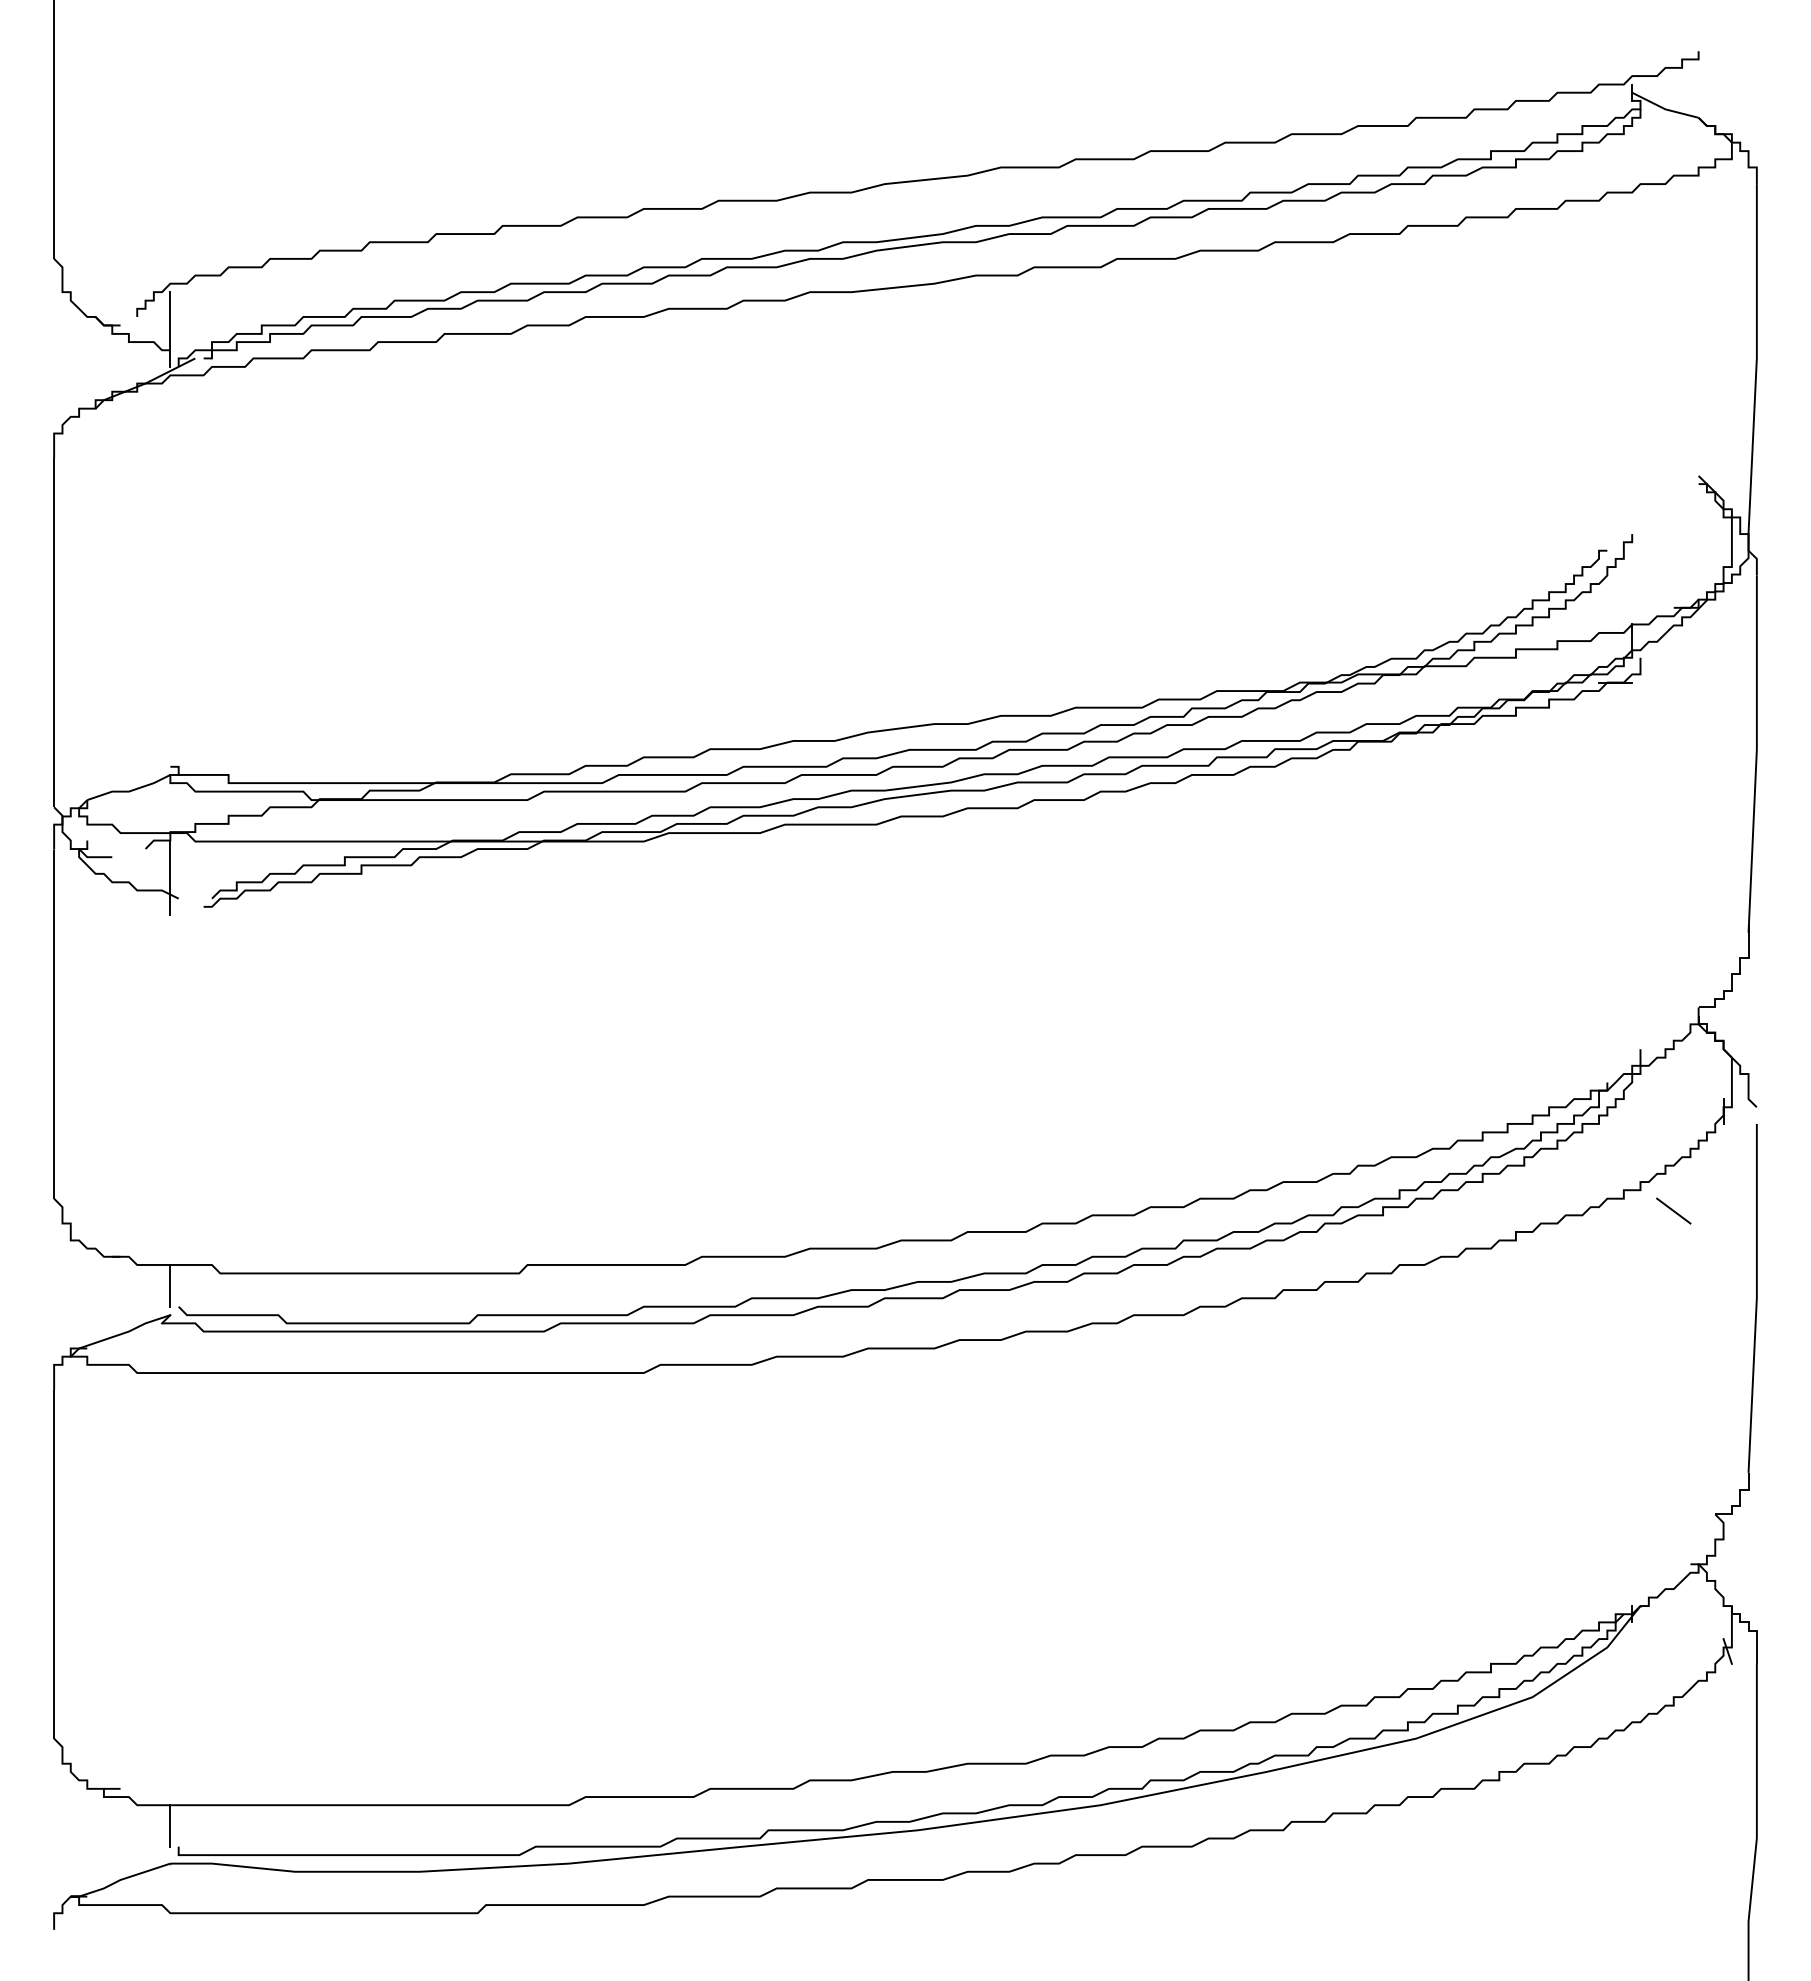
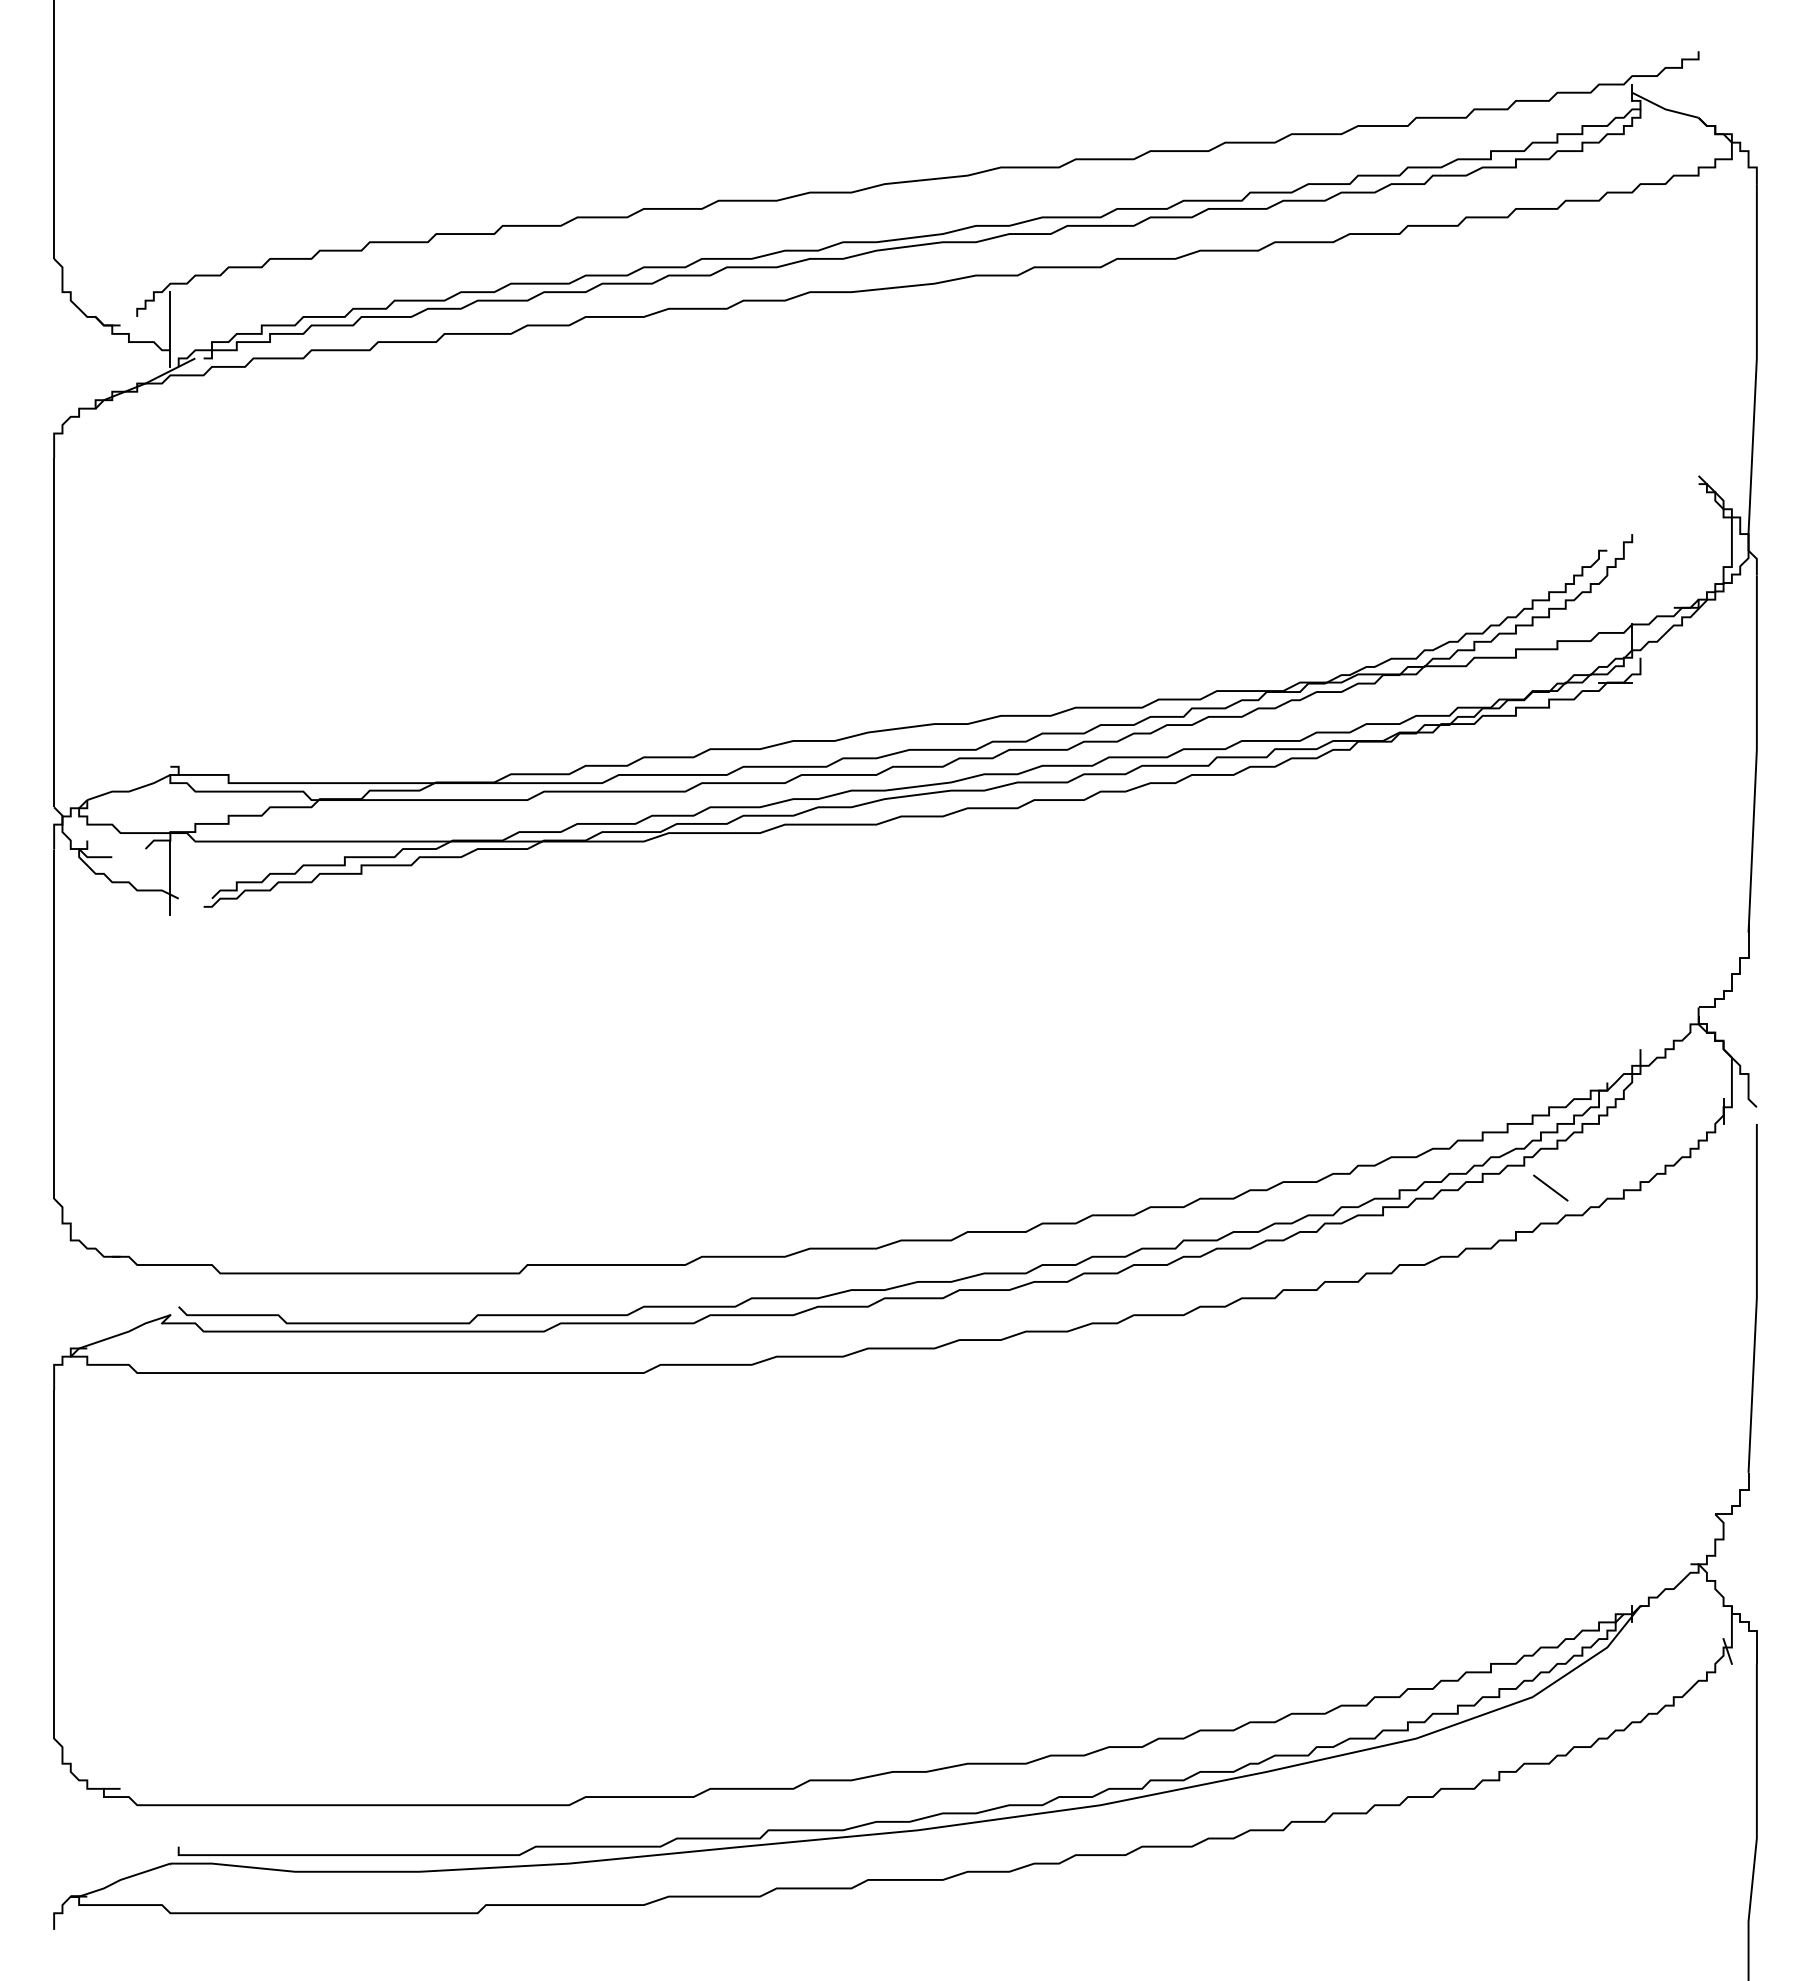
line at (1673, 1210) position: (1673, 1210) -> (1550, 1187)
line at (170, 1285): present -> none
line at (170, 1825): present -> none
